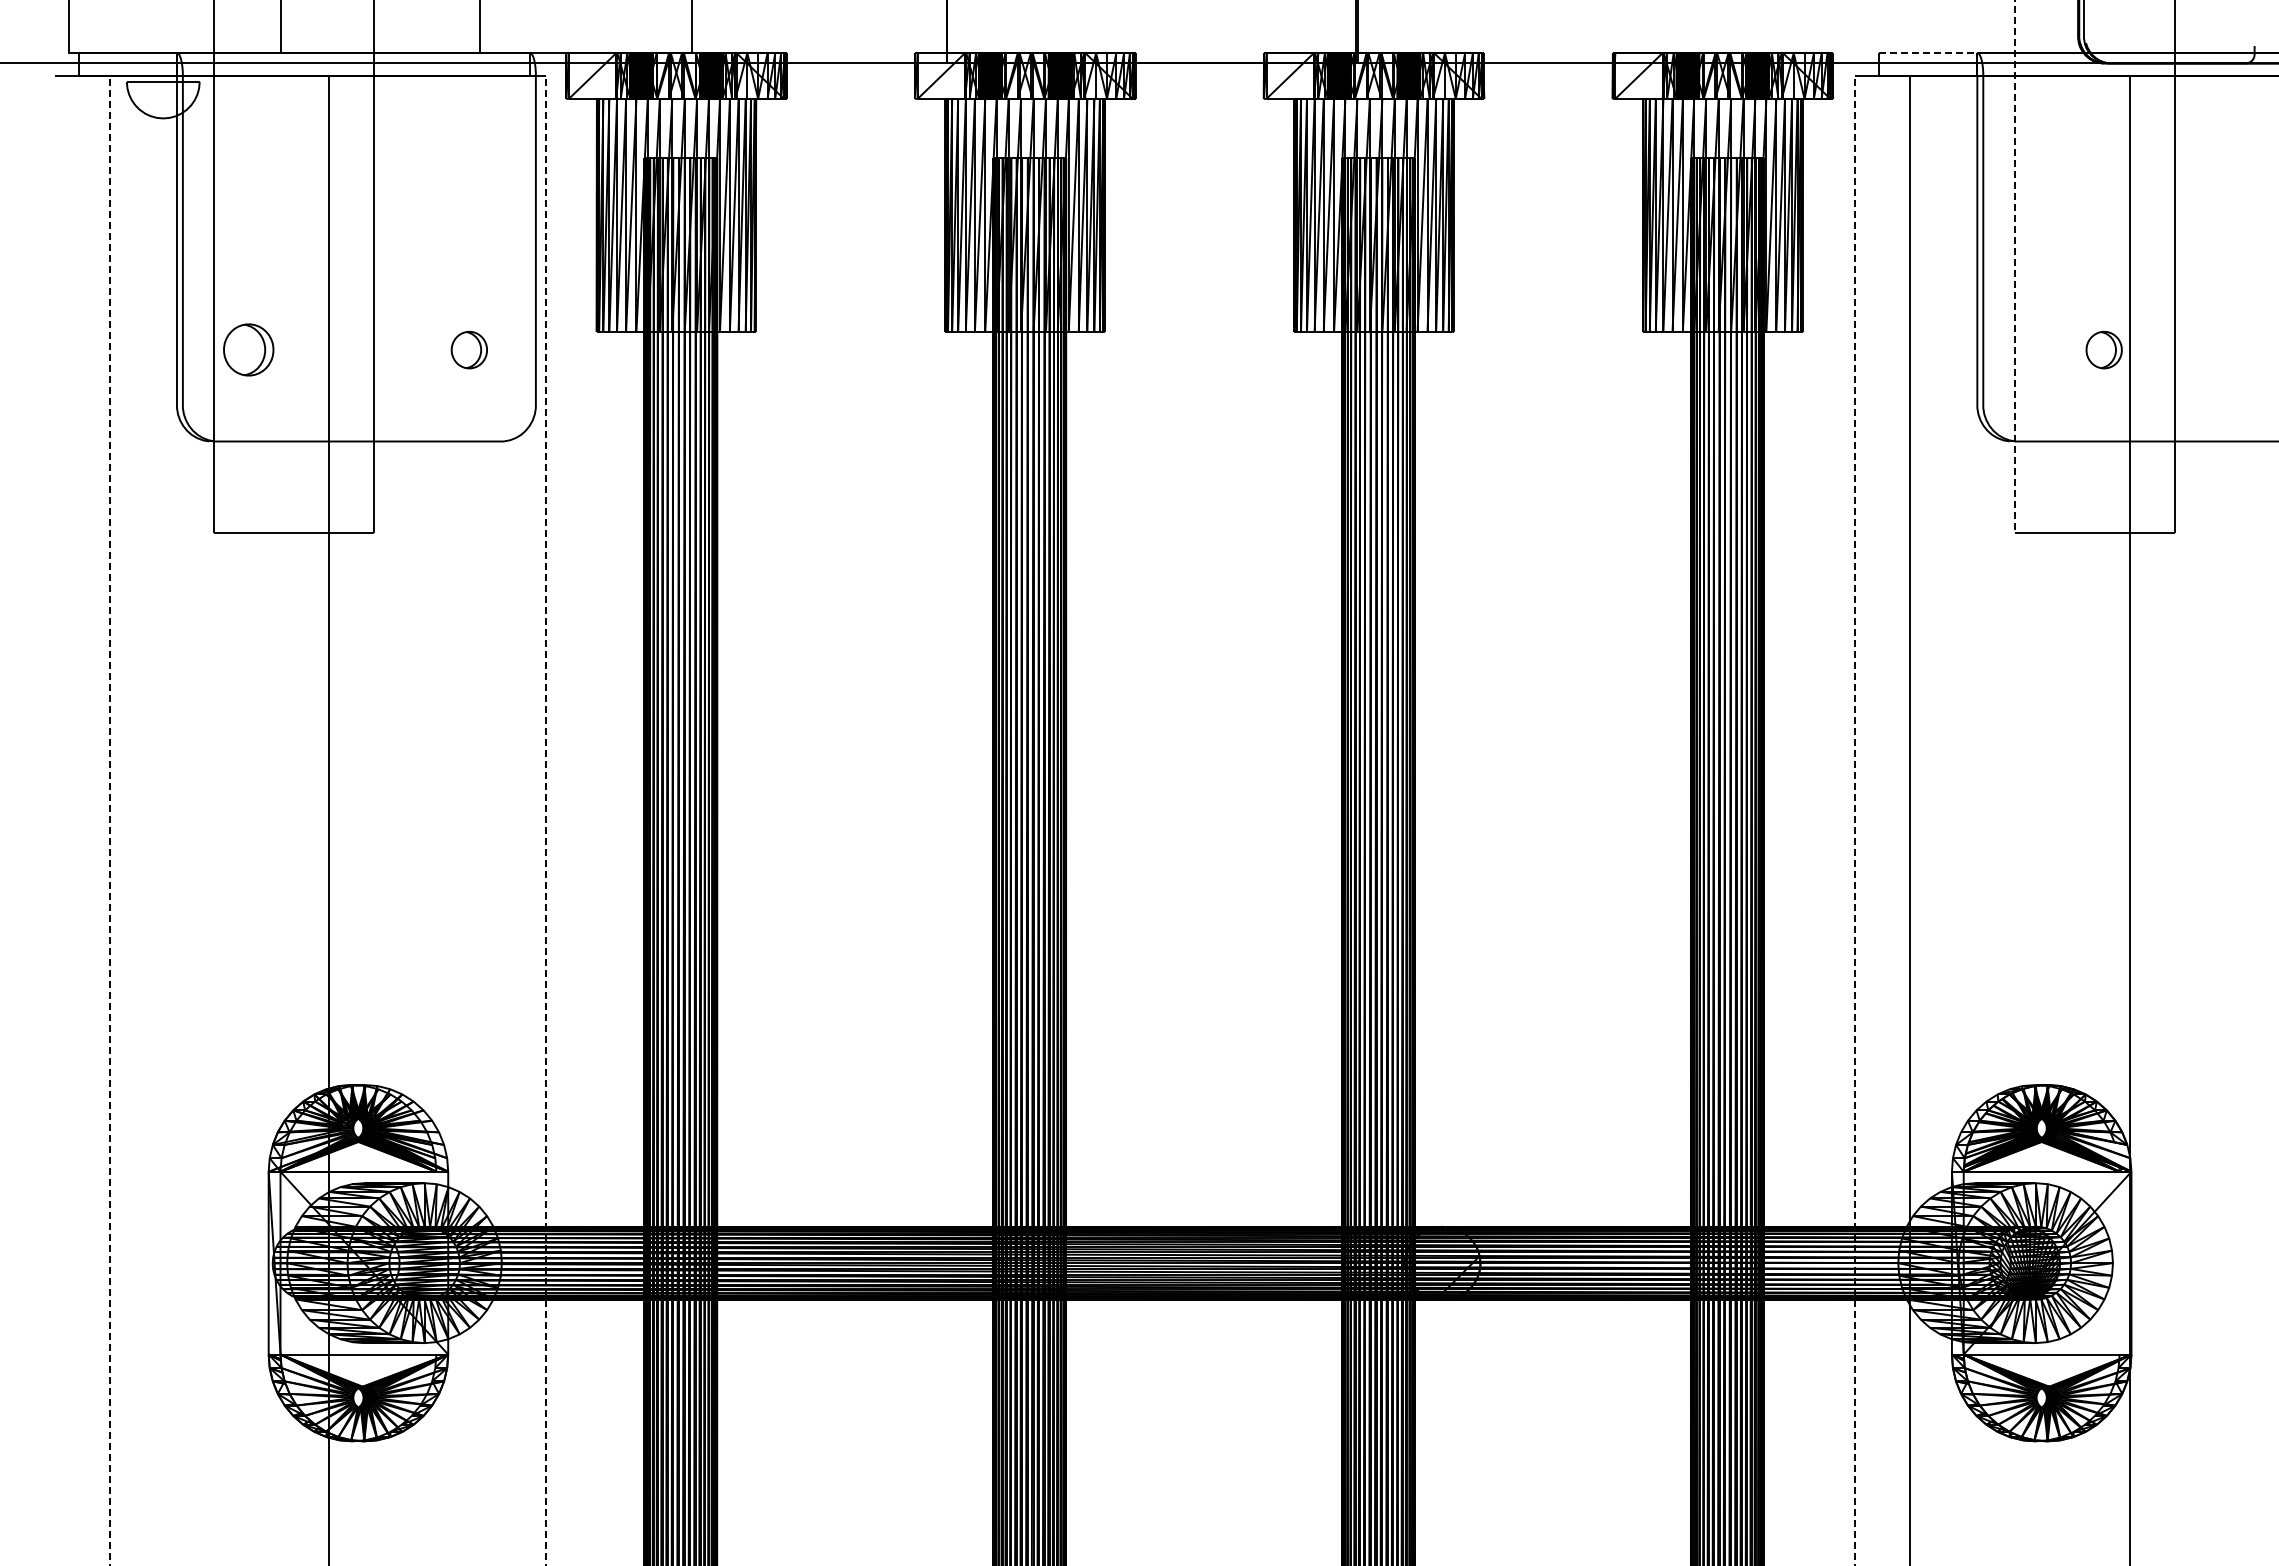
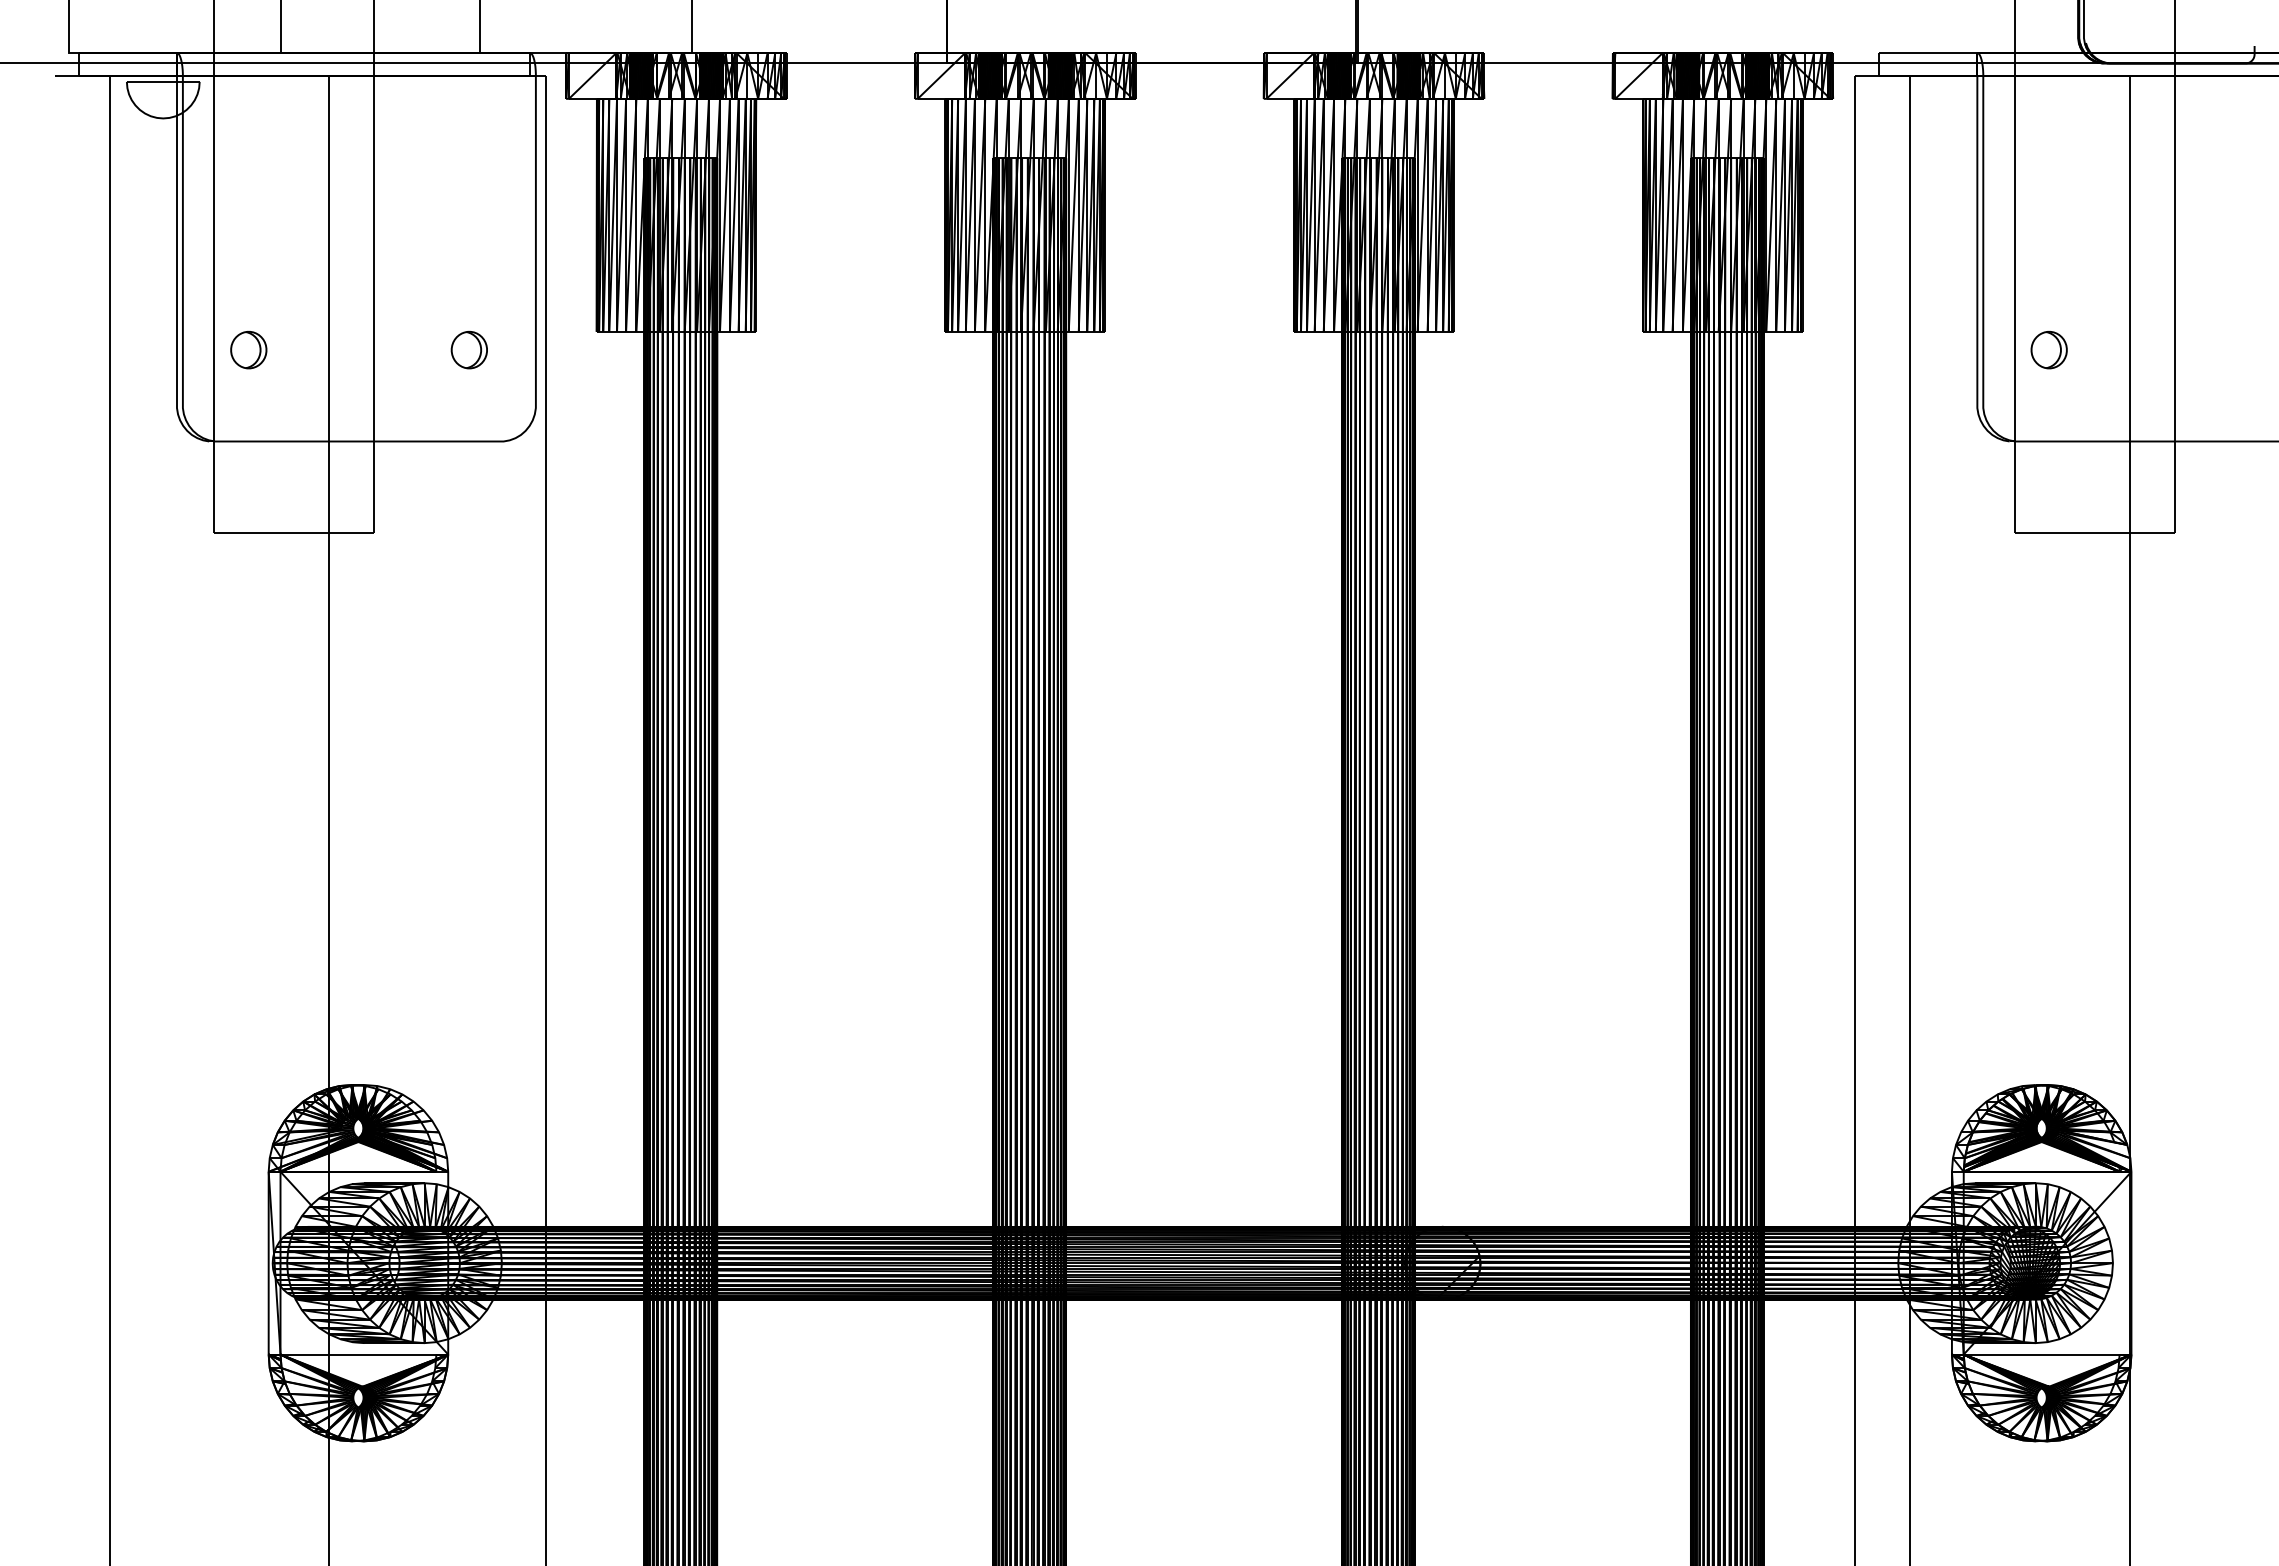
line at (1927, 53): dashed -> solid
line at (2014, 267): dashed -> solid
part at (248, 349) size: 52x54 px -> 38x39 px
part at (2103, 350) position: (2103, 350) -> (2048, 350)
line at (109, 820): dashed -> solid
line at (545, 820): dashed -> solid
line at (1855, 820): dashed -> solid
